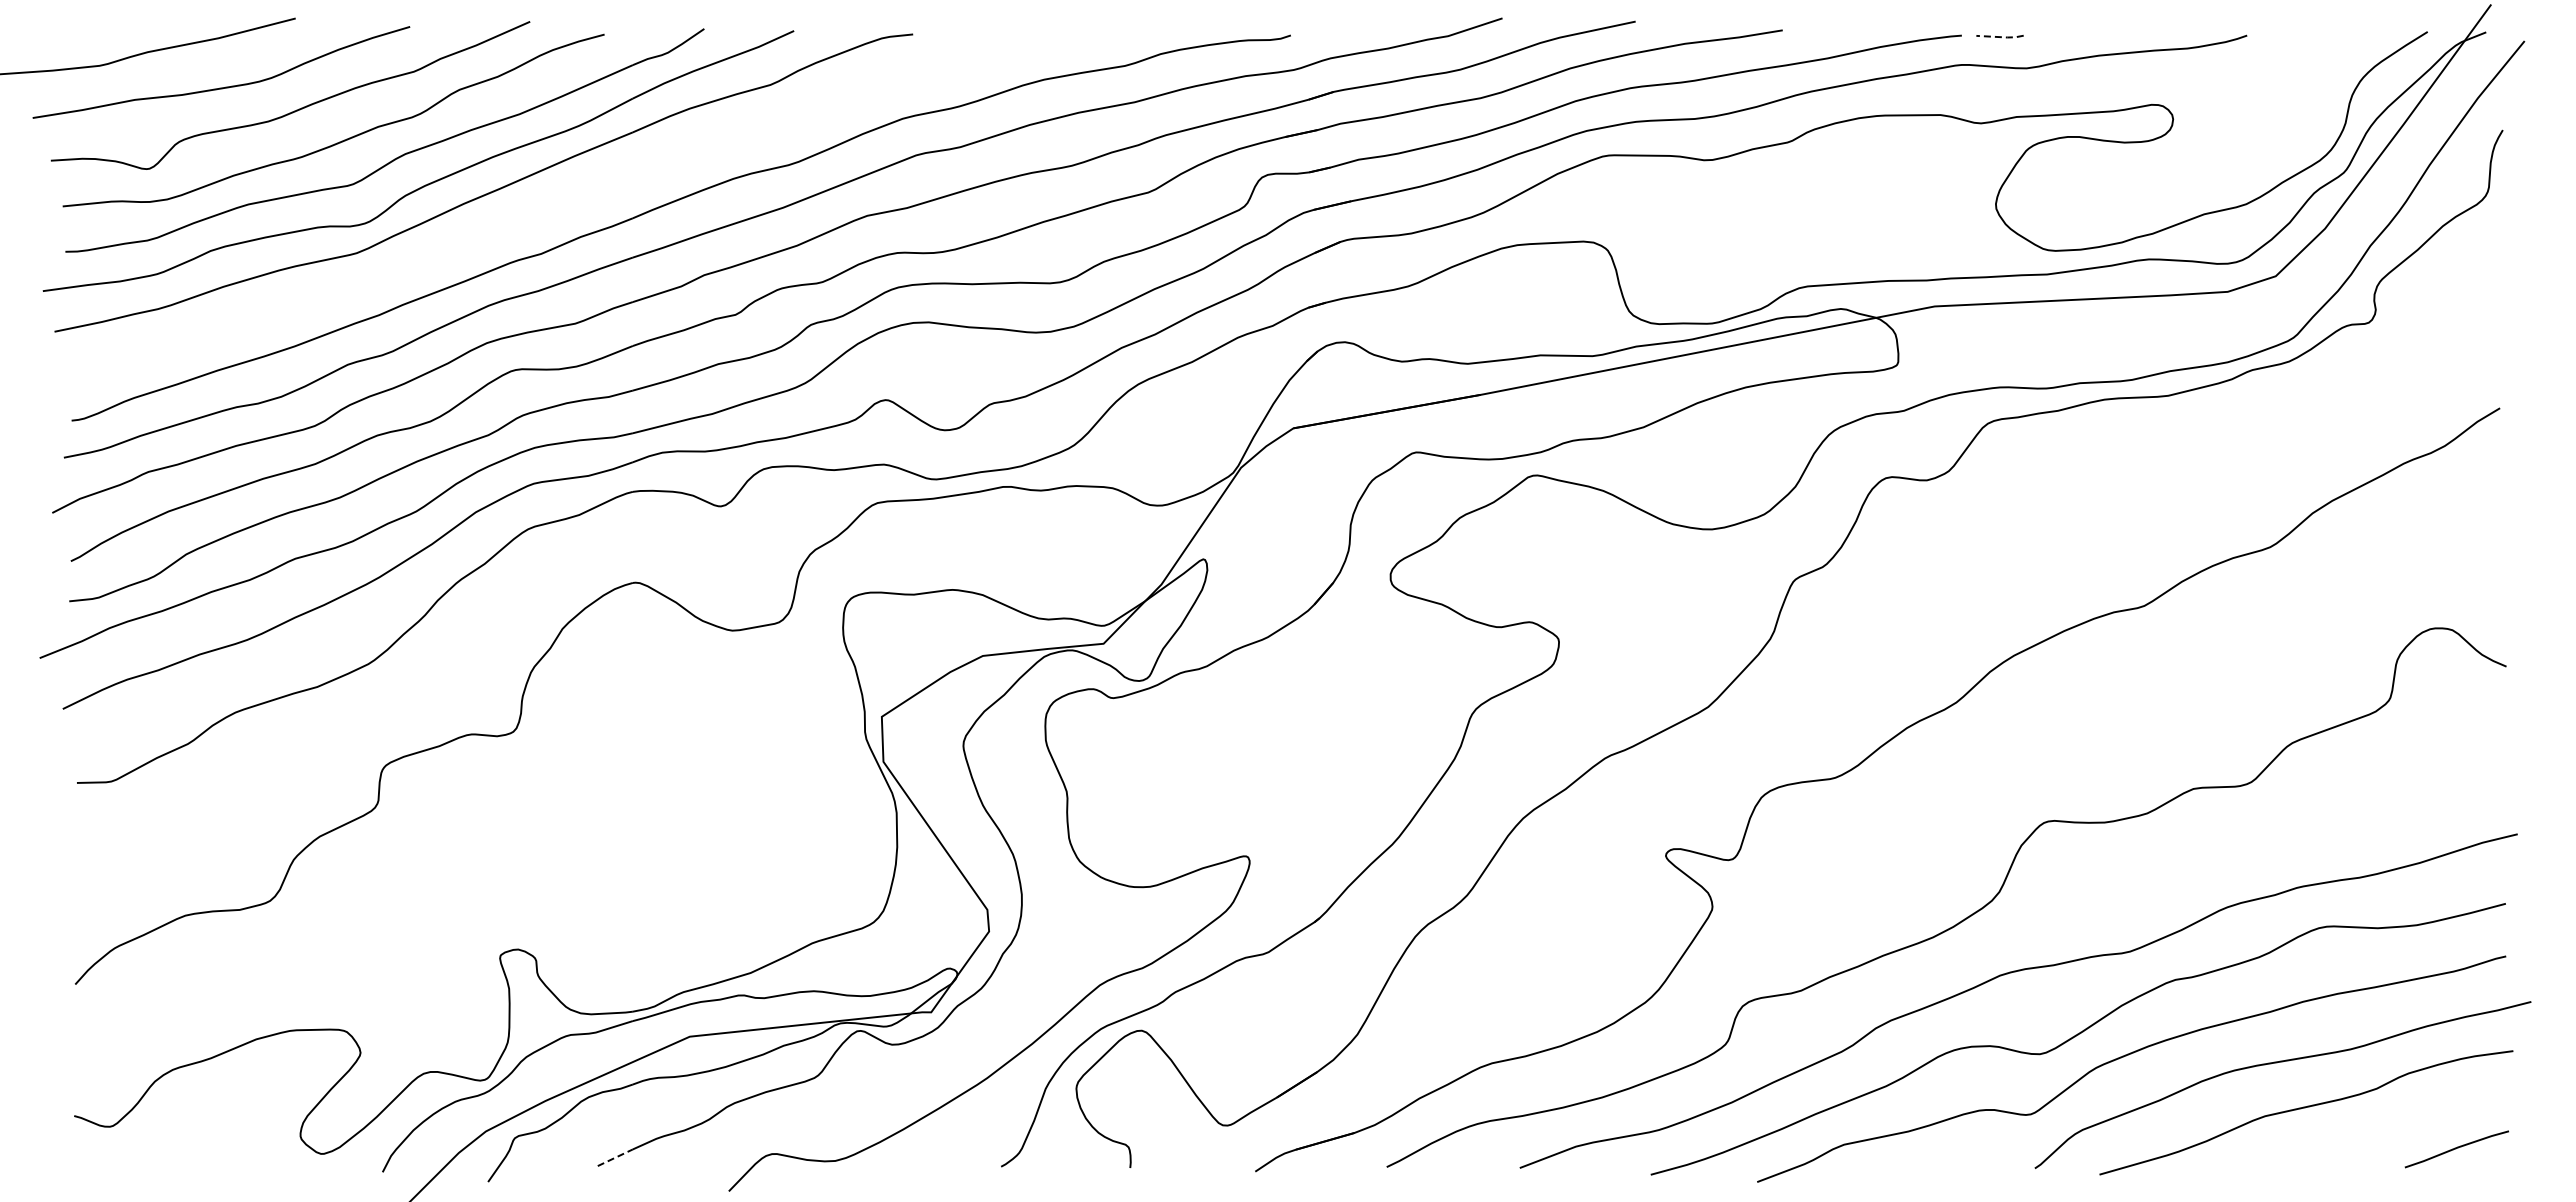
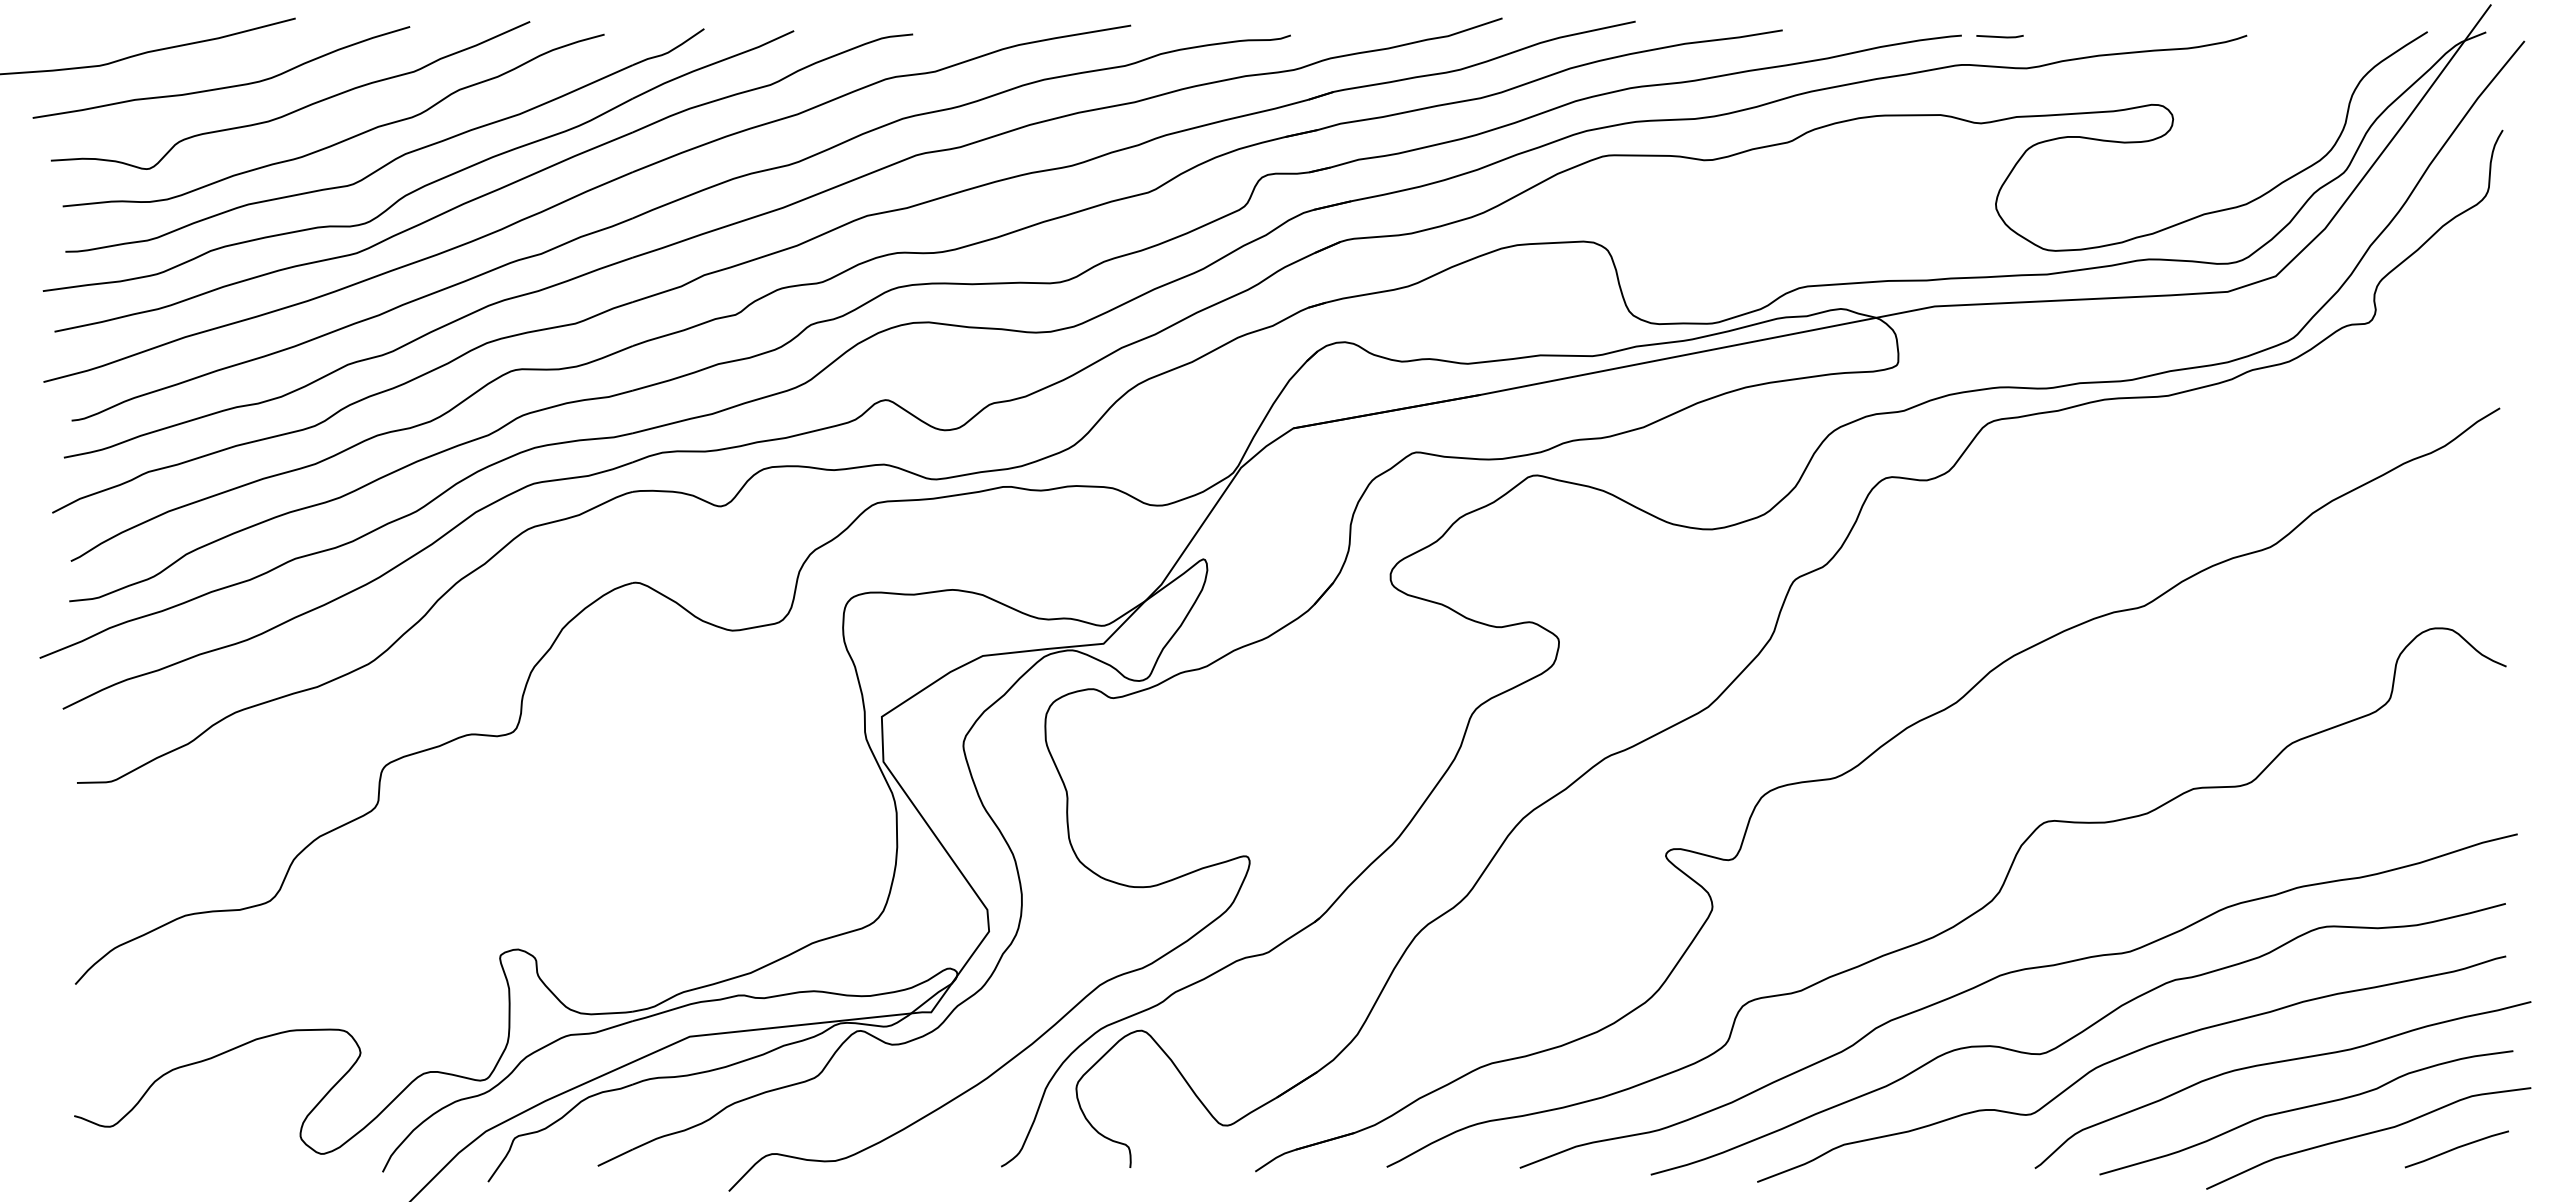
line at (2001, 37): dashed -> solid
part at (585, 193): none -> present
curve at (2368, 1134): none -> present
line at (615, 1157): dashed -> solid
